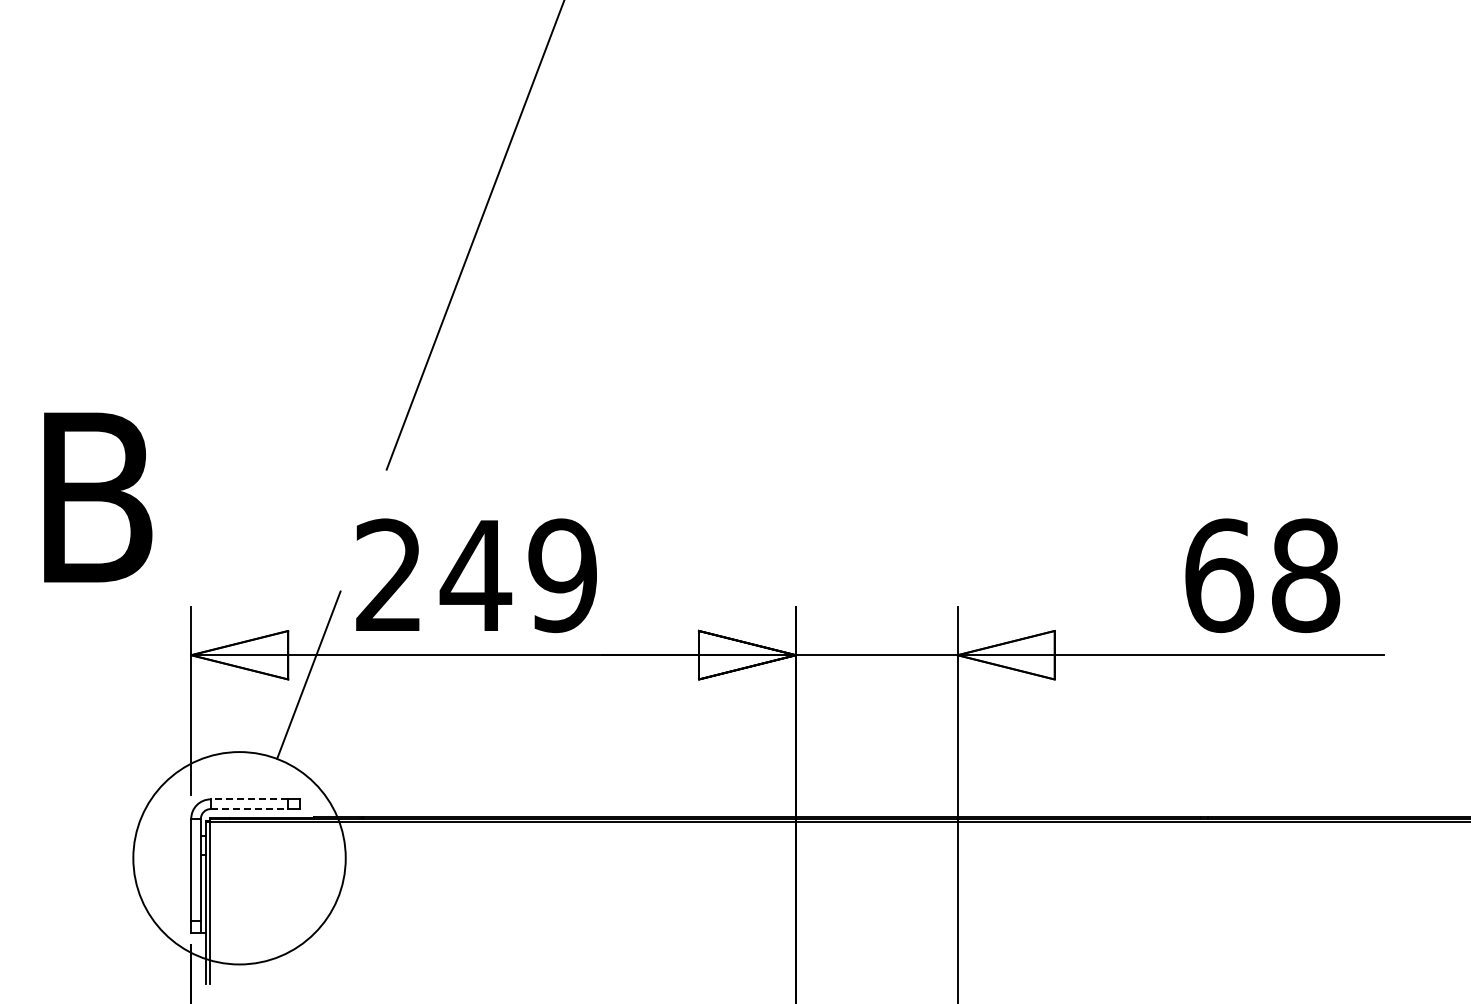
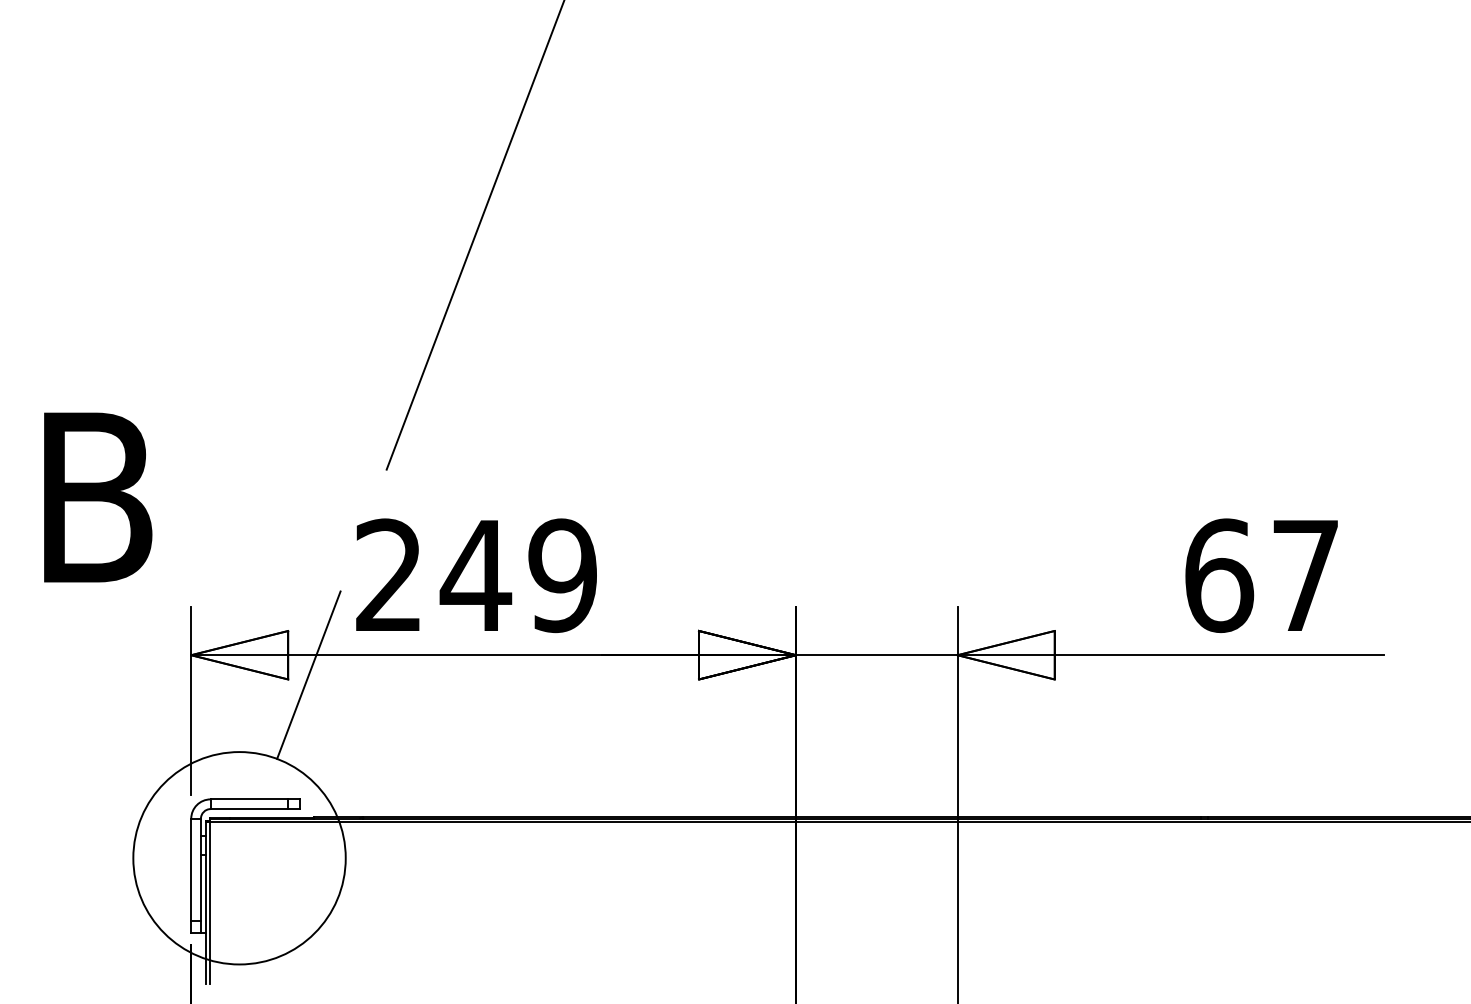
text at (1306, 575): 68 -> 67
line at (249, 799): dashed -> solid
line at (249, 809): dashed -> solid
